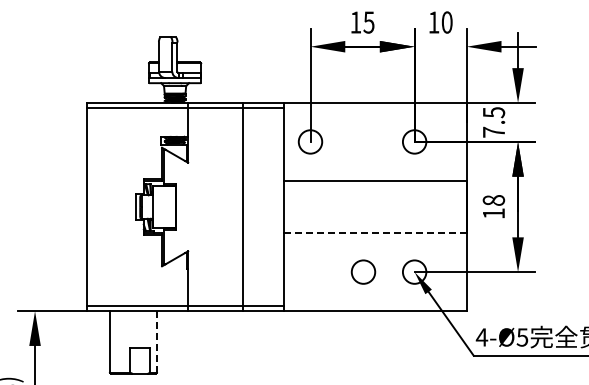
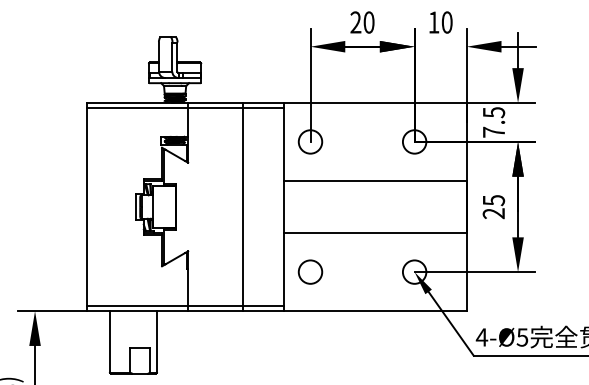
text at (362, 22): 15 -> 20
text at (493, 207): 18 -> 25
line at (375, 233): dashed -> solid
circle at (363, 271) position: (363, 271) -> (310, 271)
line at (156, 341): dashed -> solid
